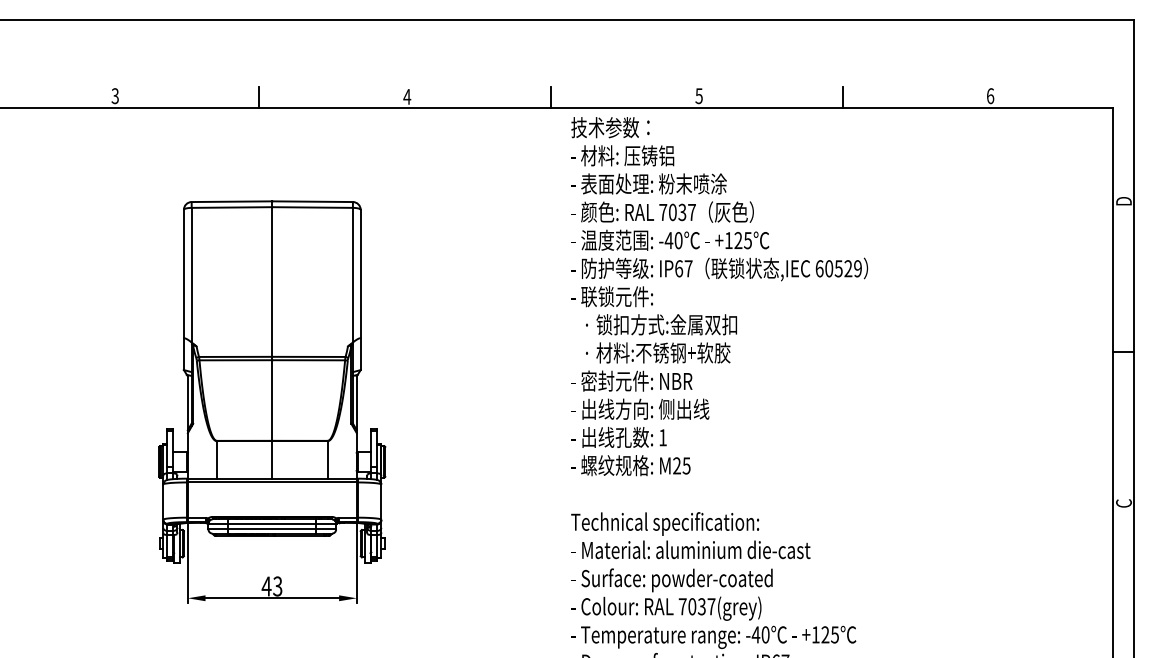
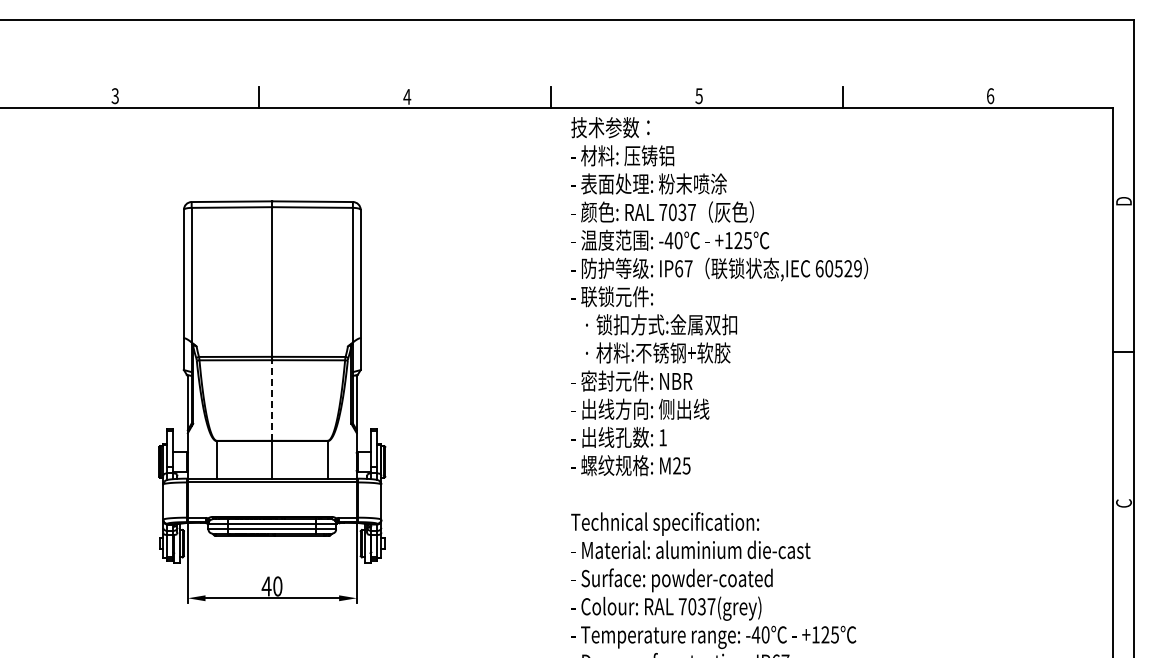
line at (272, 400): solid -> dashed
text at (277, 586): 43 -> 40
